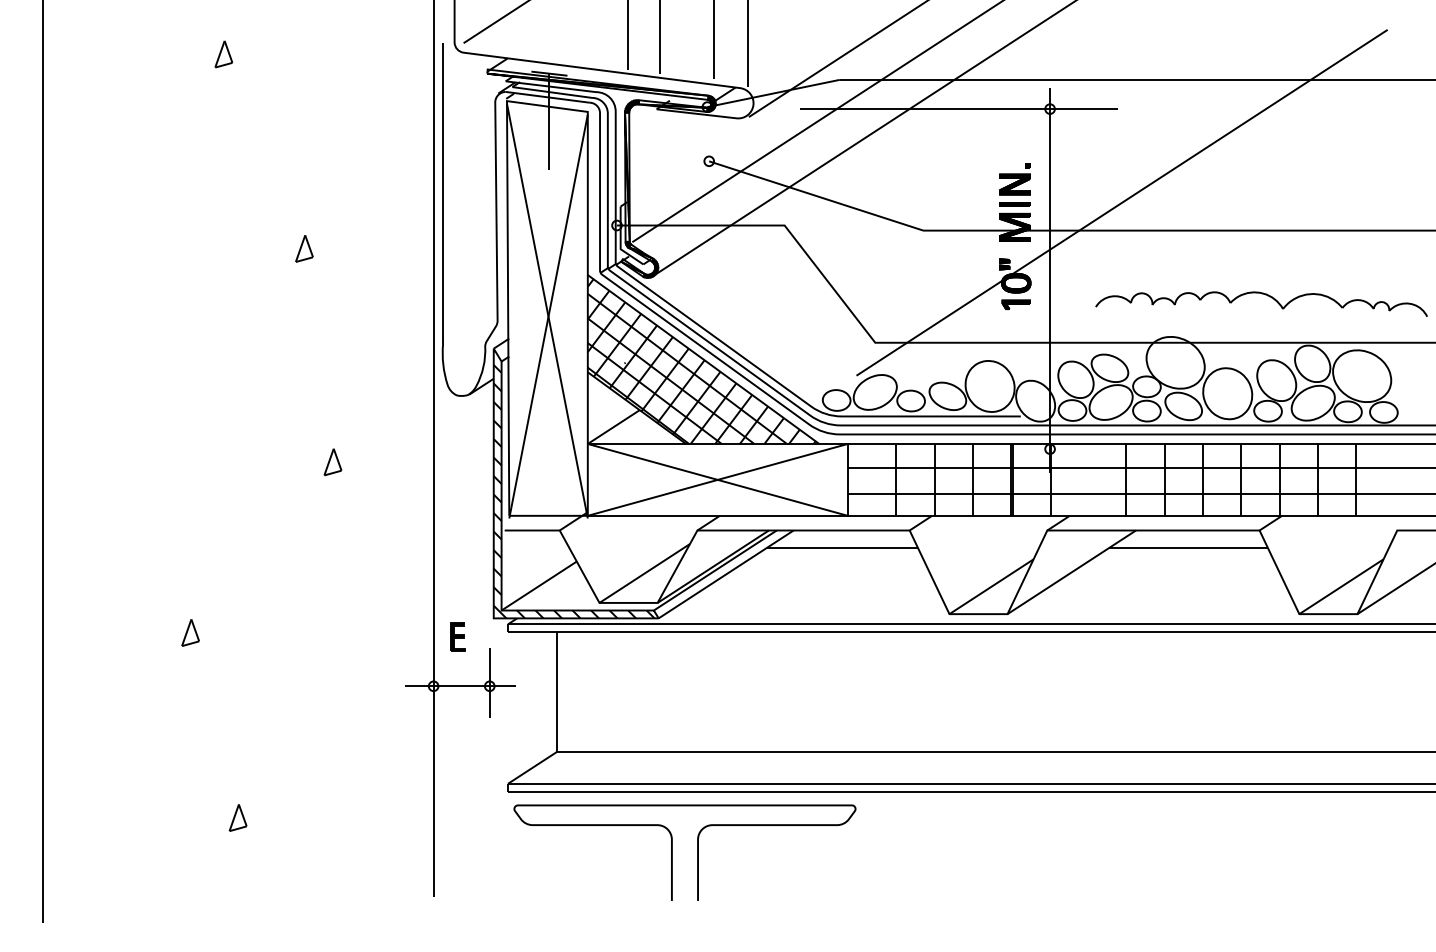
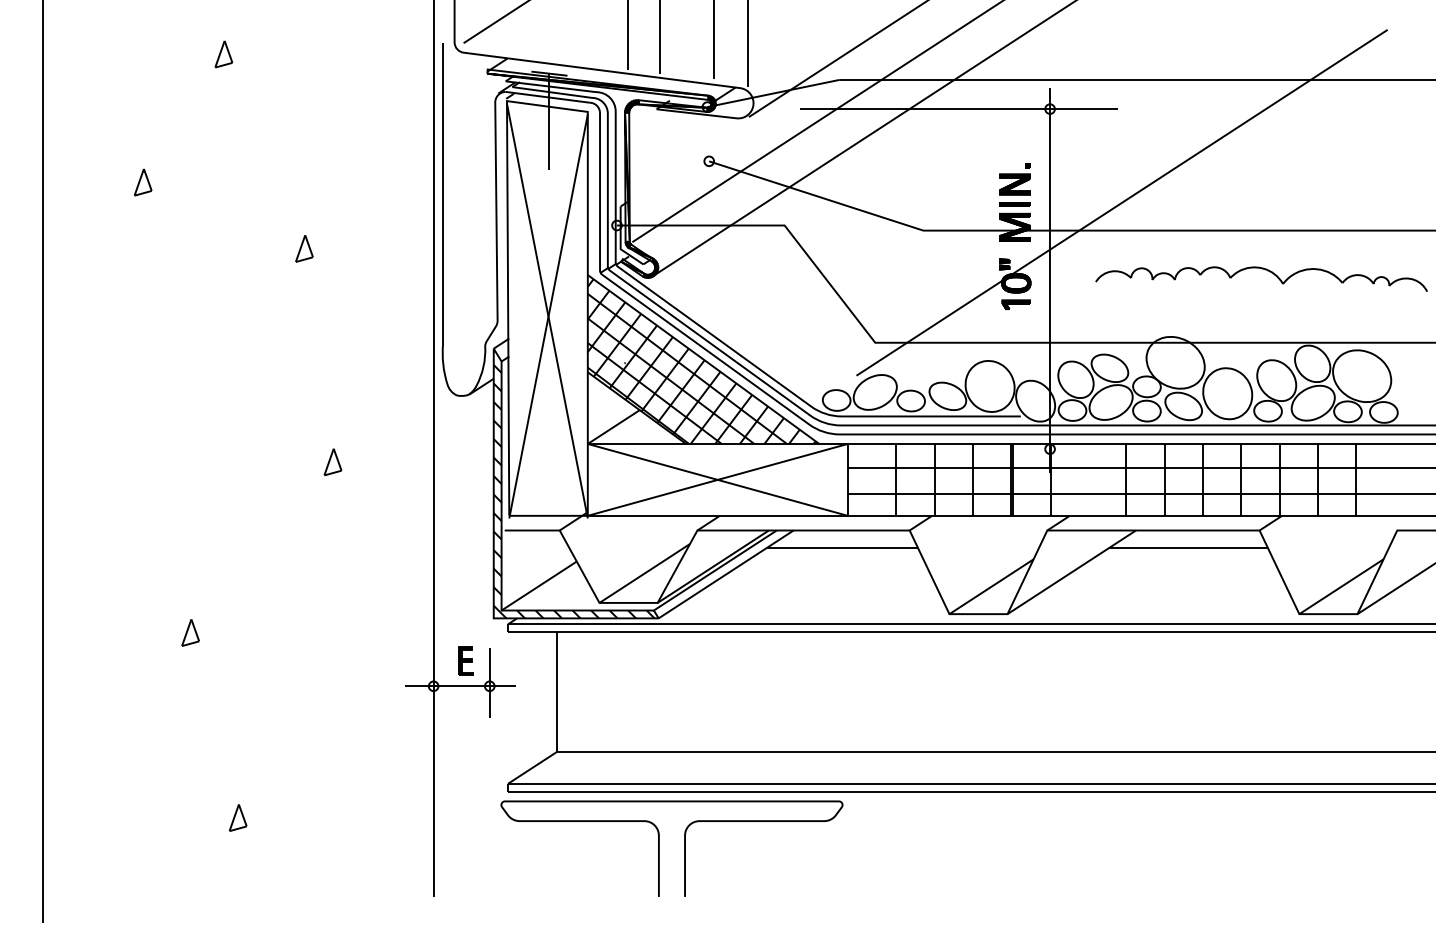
part at (143, 182): none -> present
part at (1265, 295) position: (1265, 295) -> (1265, 270)
part at (457, 636) position: (457, 636) -> (465, 660)
part at (672, 852) position: (672, 852) -> (659, 848)
